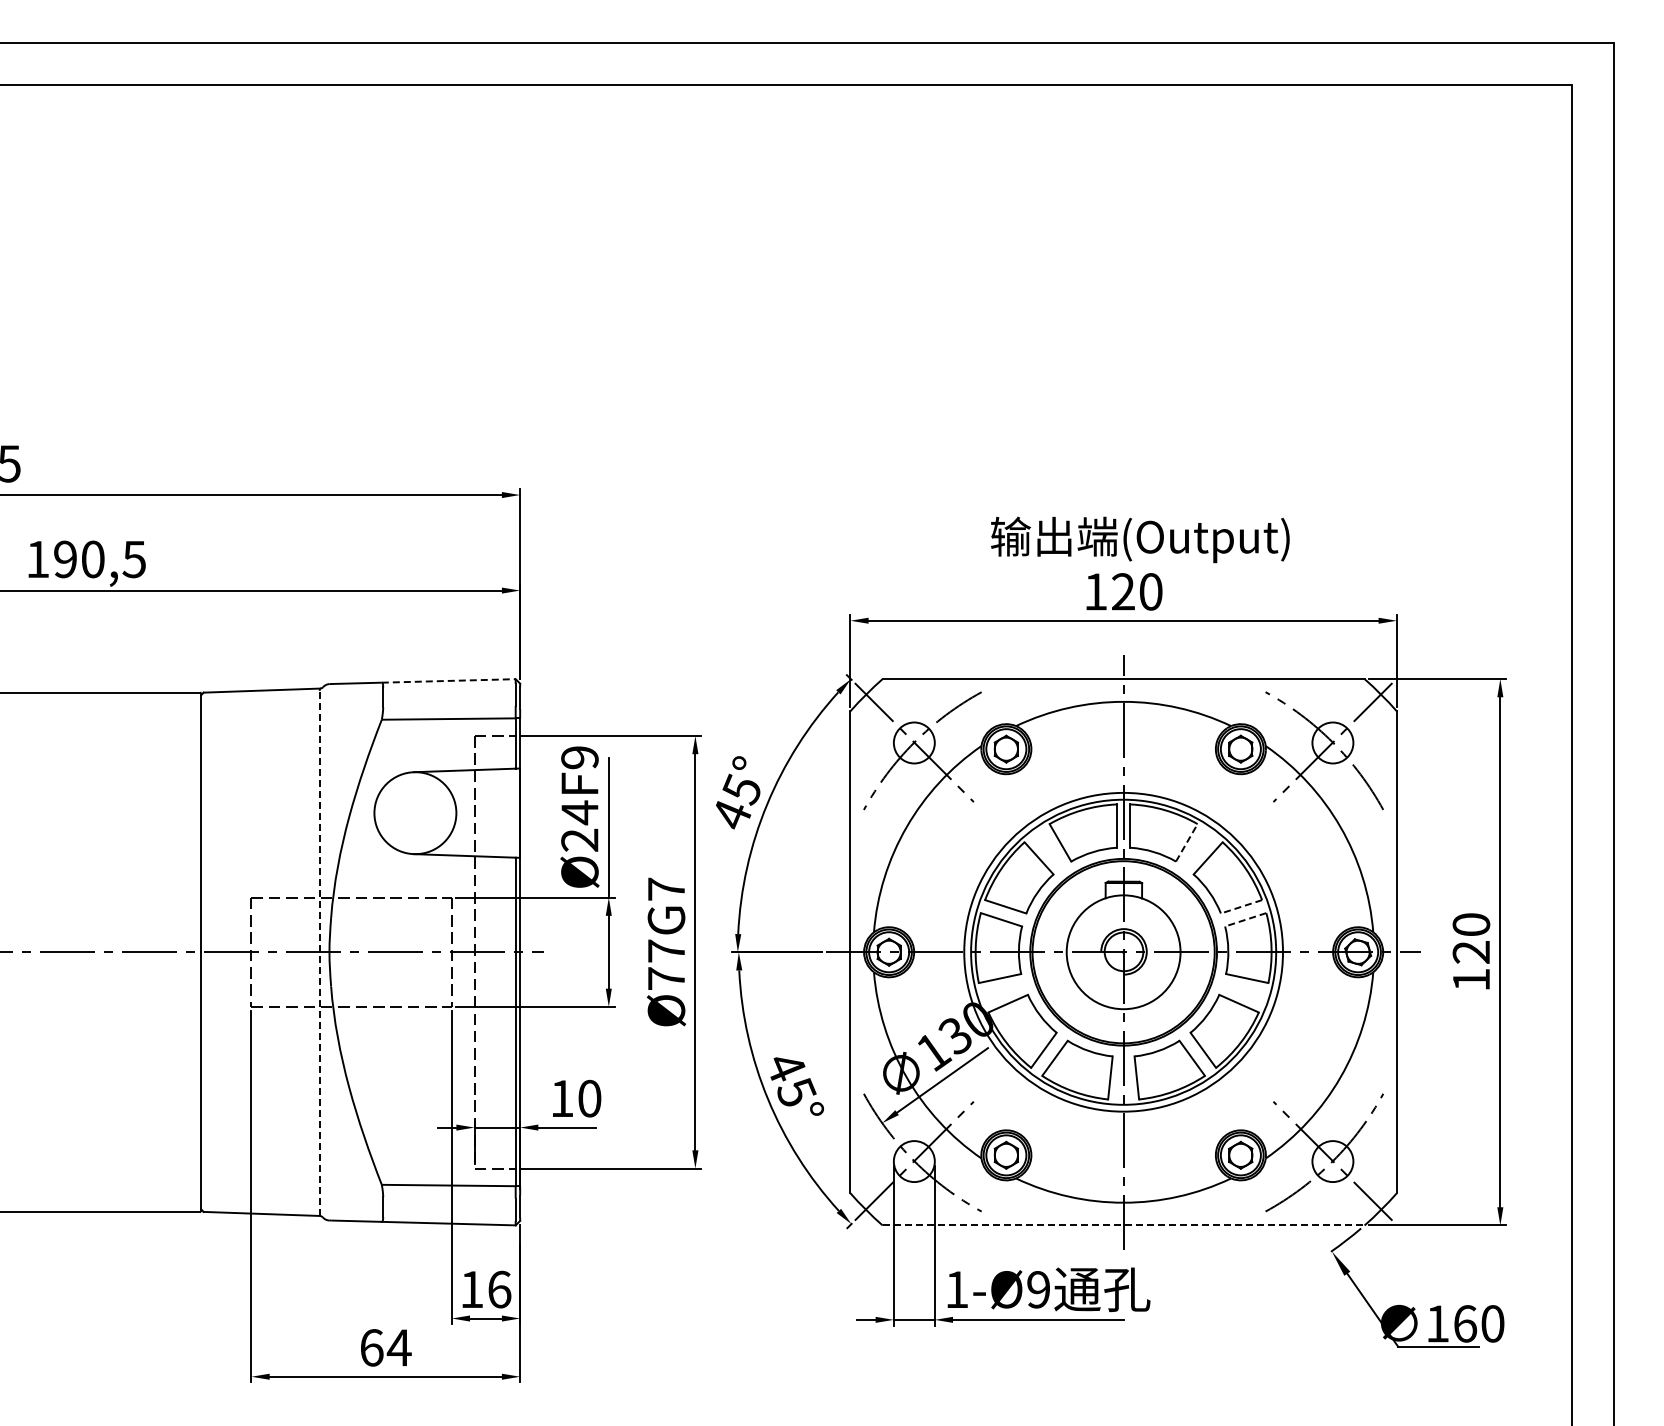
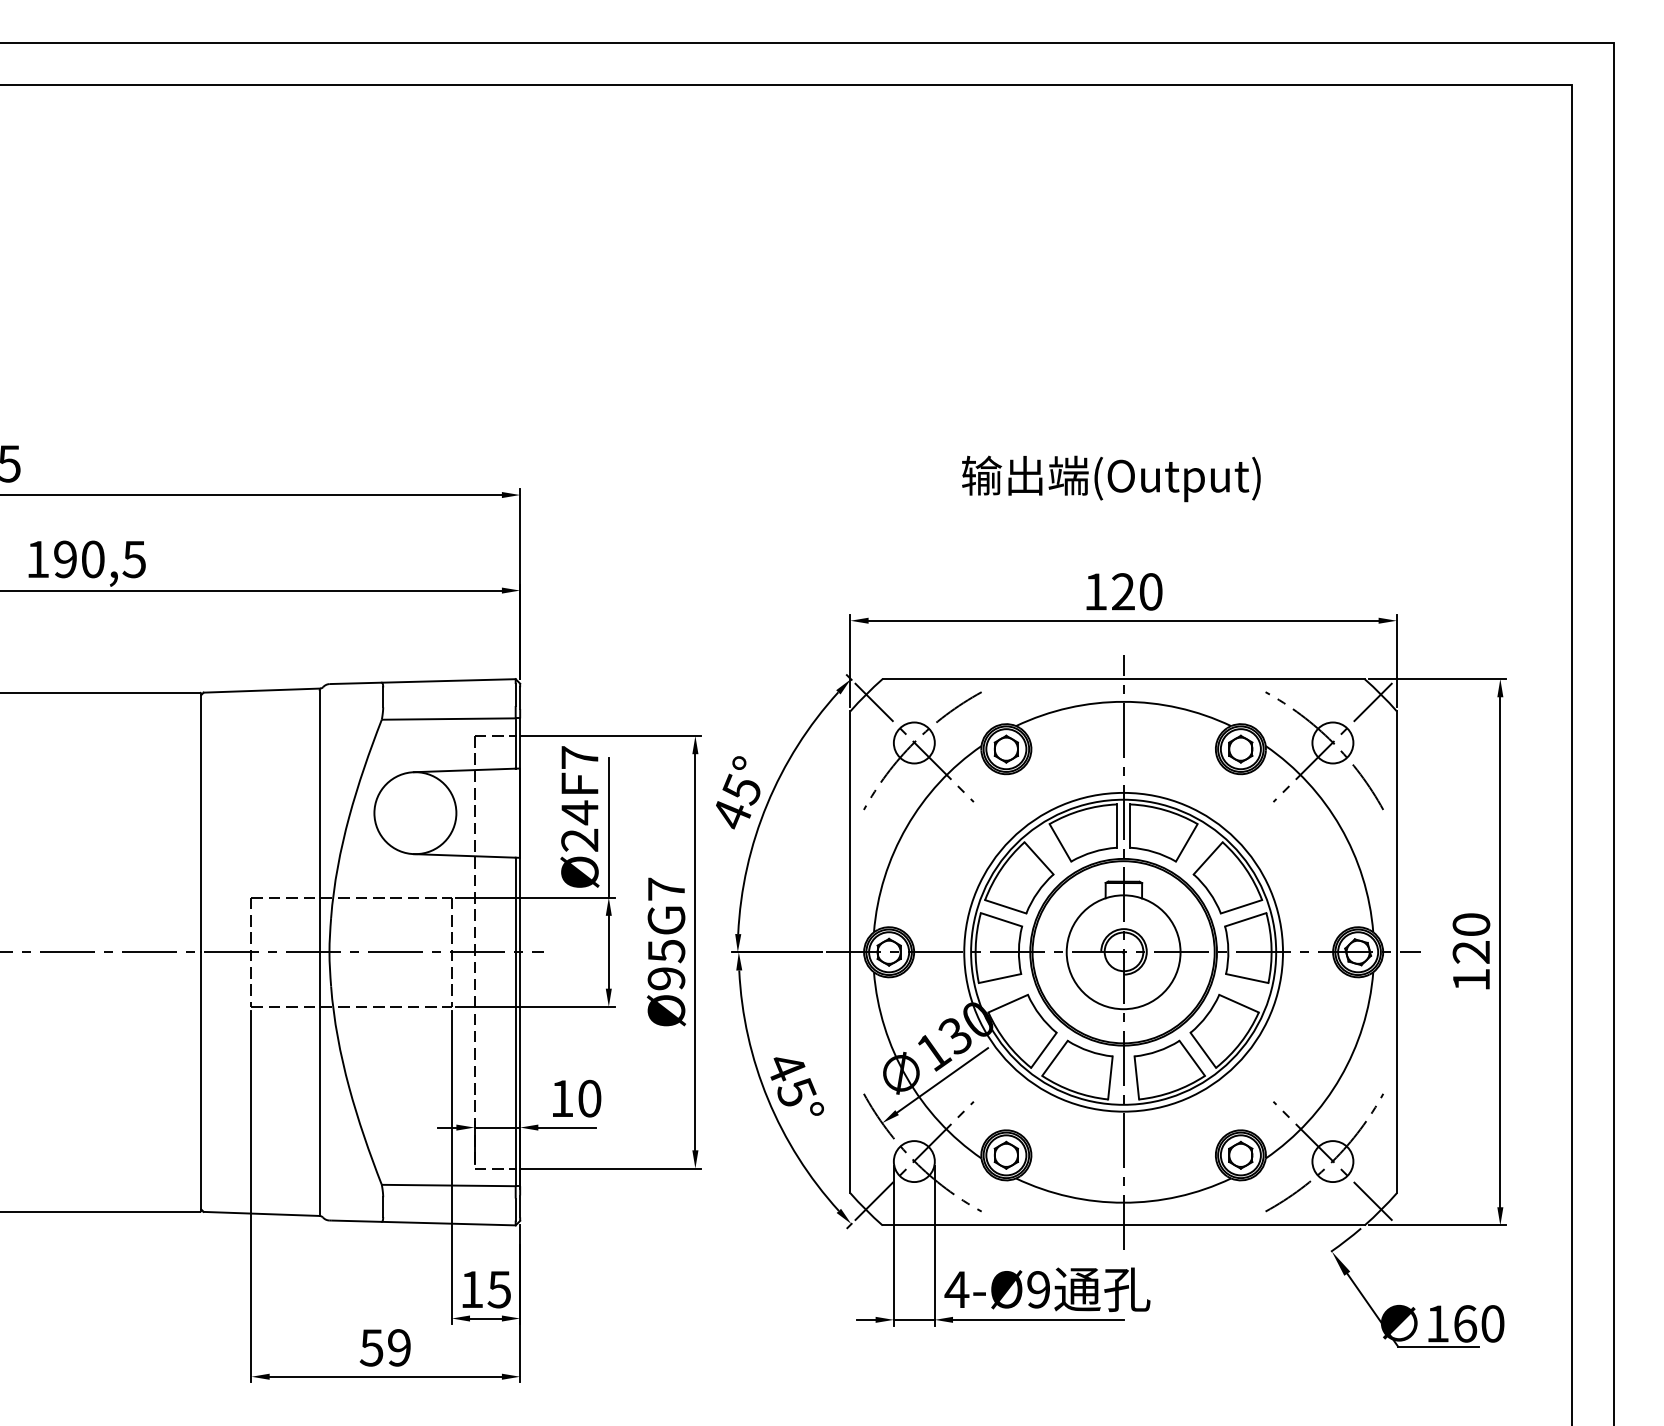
text at (1140, 539) position: (1140, 539) -> (1111, 478)
line at (448, 680): dashed -> solid
text at (579, 757): Ø24F9 -> Ø24F7
line at (1186, 842): dashed -> solid
line at (1241, 906): dashed -> solid
line at (1245, 919): dashed -> solid
line at (319, 953): dashed -> solid
text at (666, 964): Ø77G7 -> Ø95G7
line at (1123, 1225): dashed -> solid
text at (499, 1289): 16 -> 15
text at (956, 1289): 1-Ø9 -> 4-Ø9
text at (385, 1347): 64 -> 59
